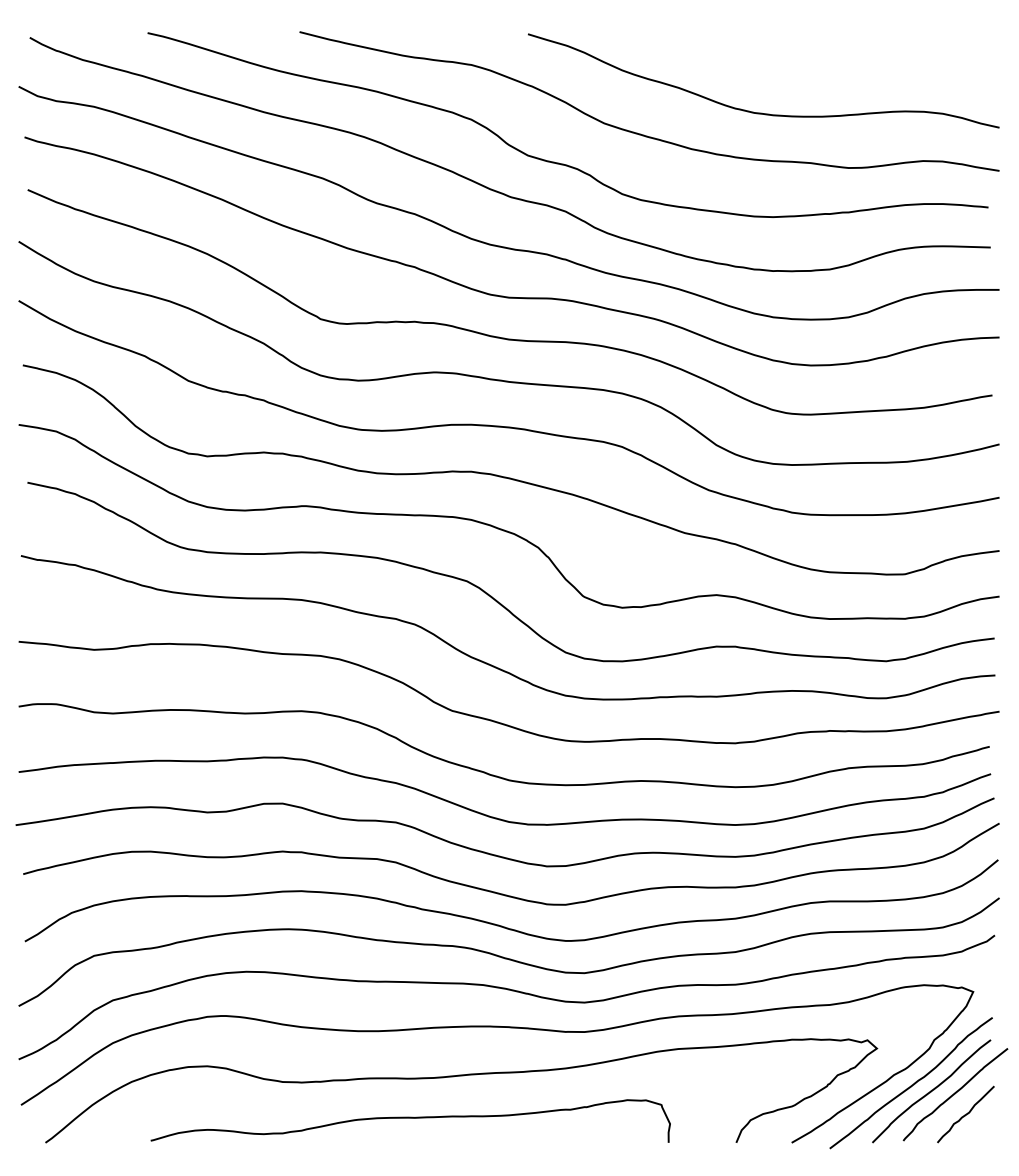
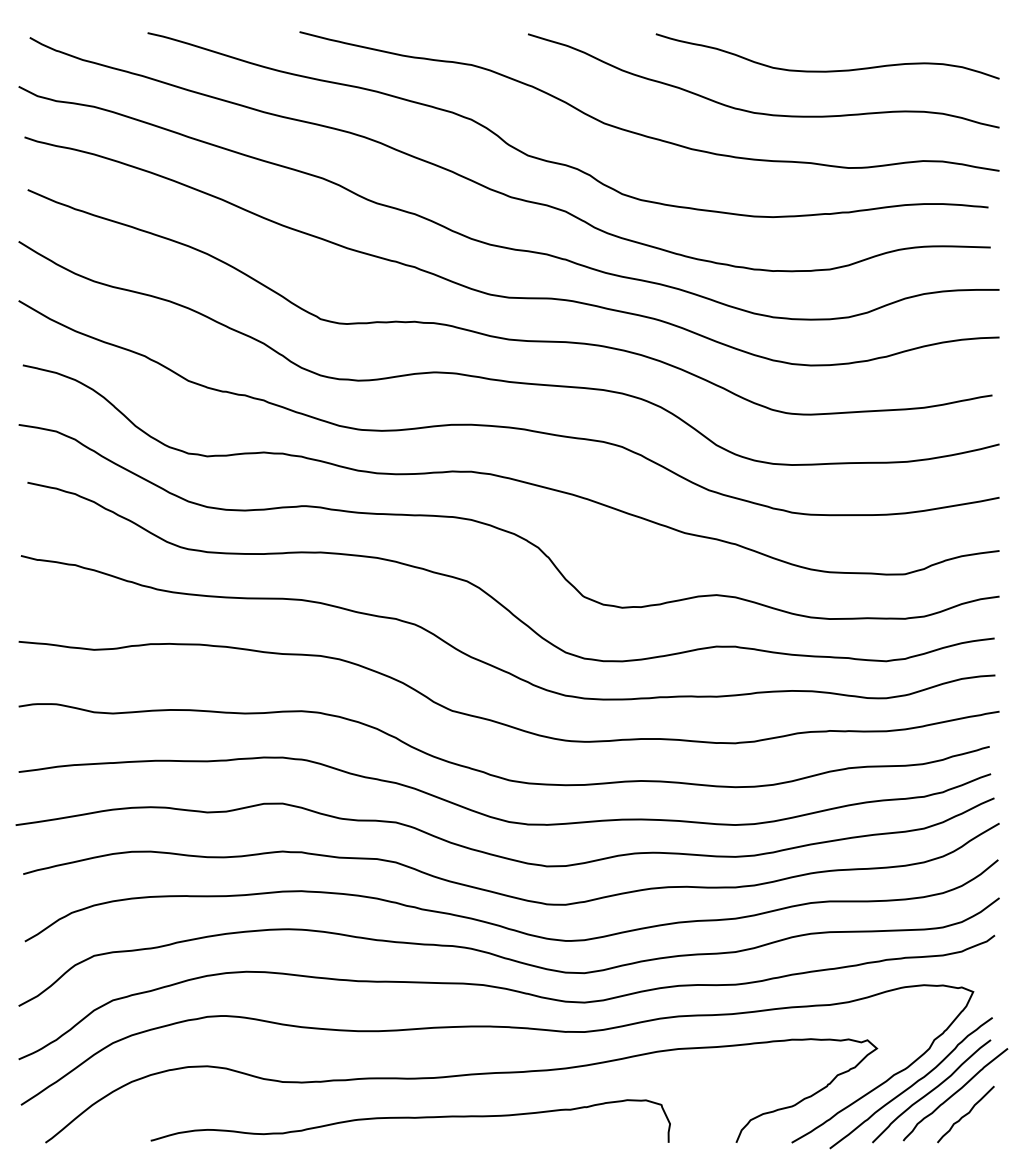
curve at (827, 70): none -> present
